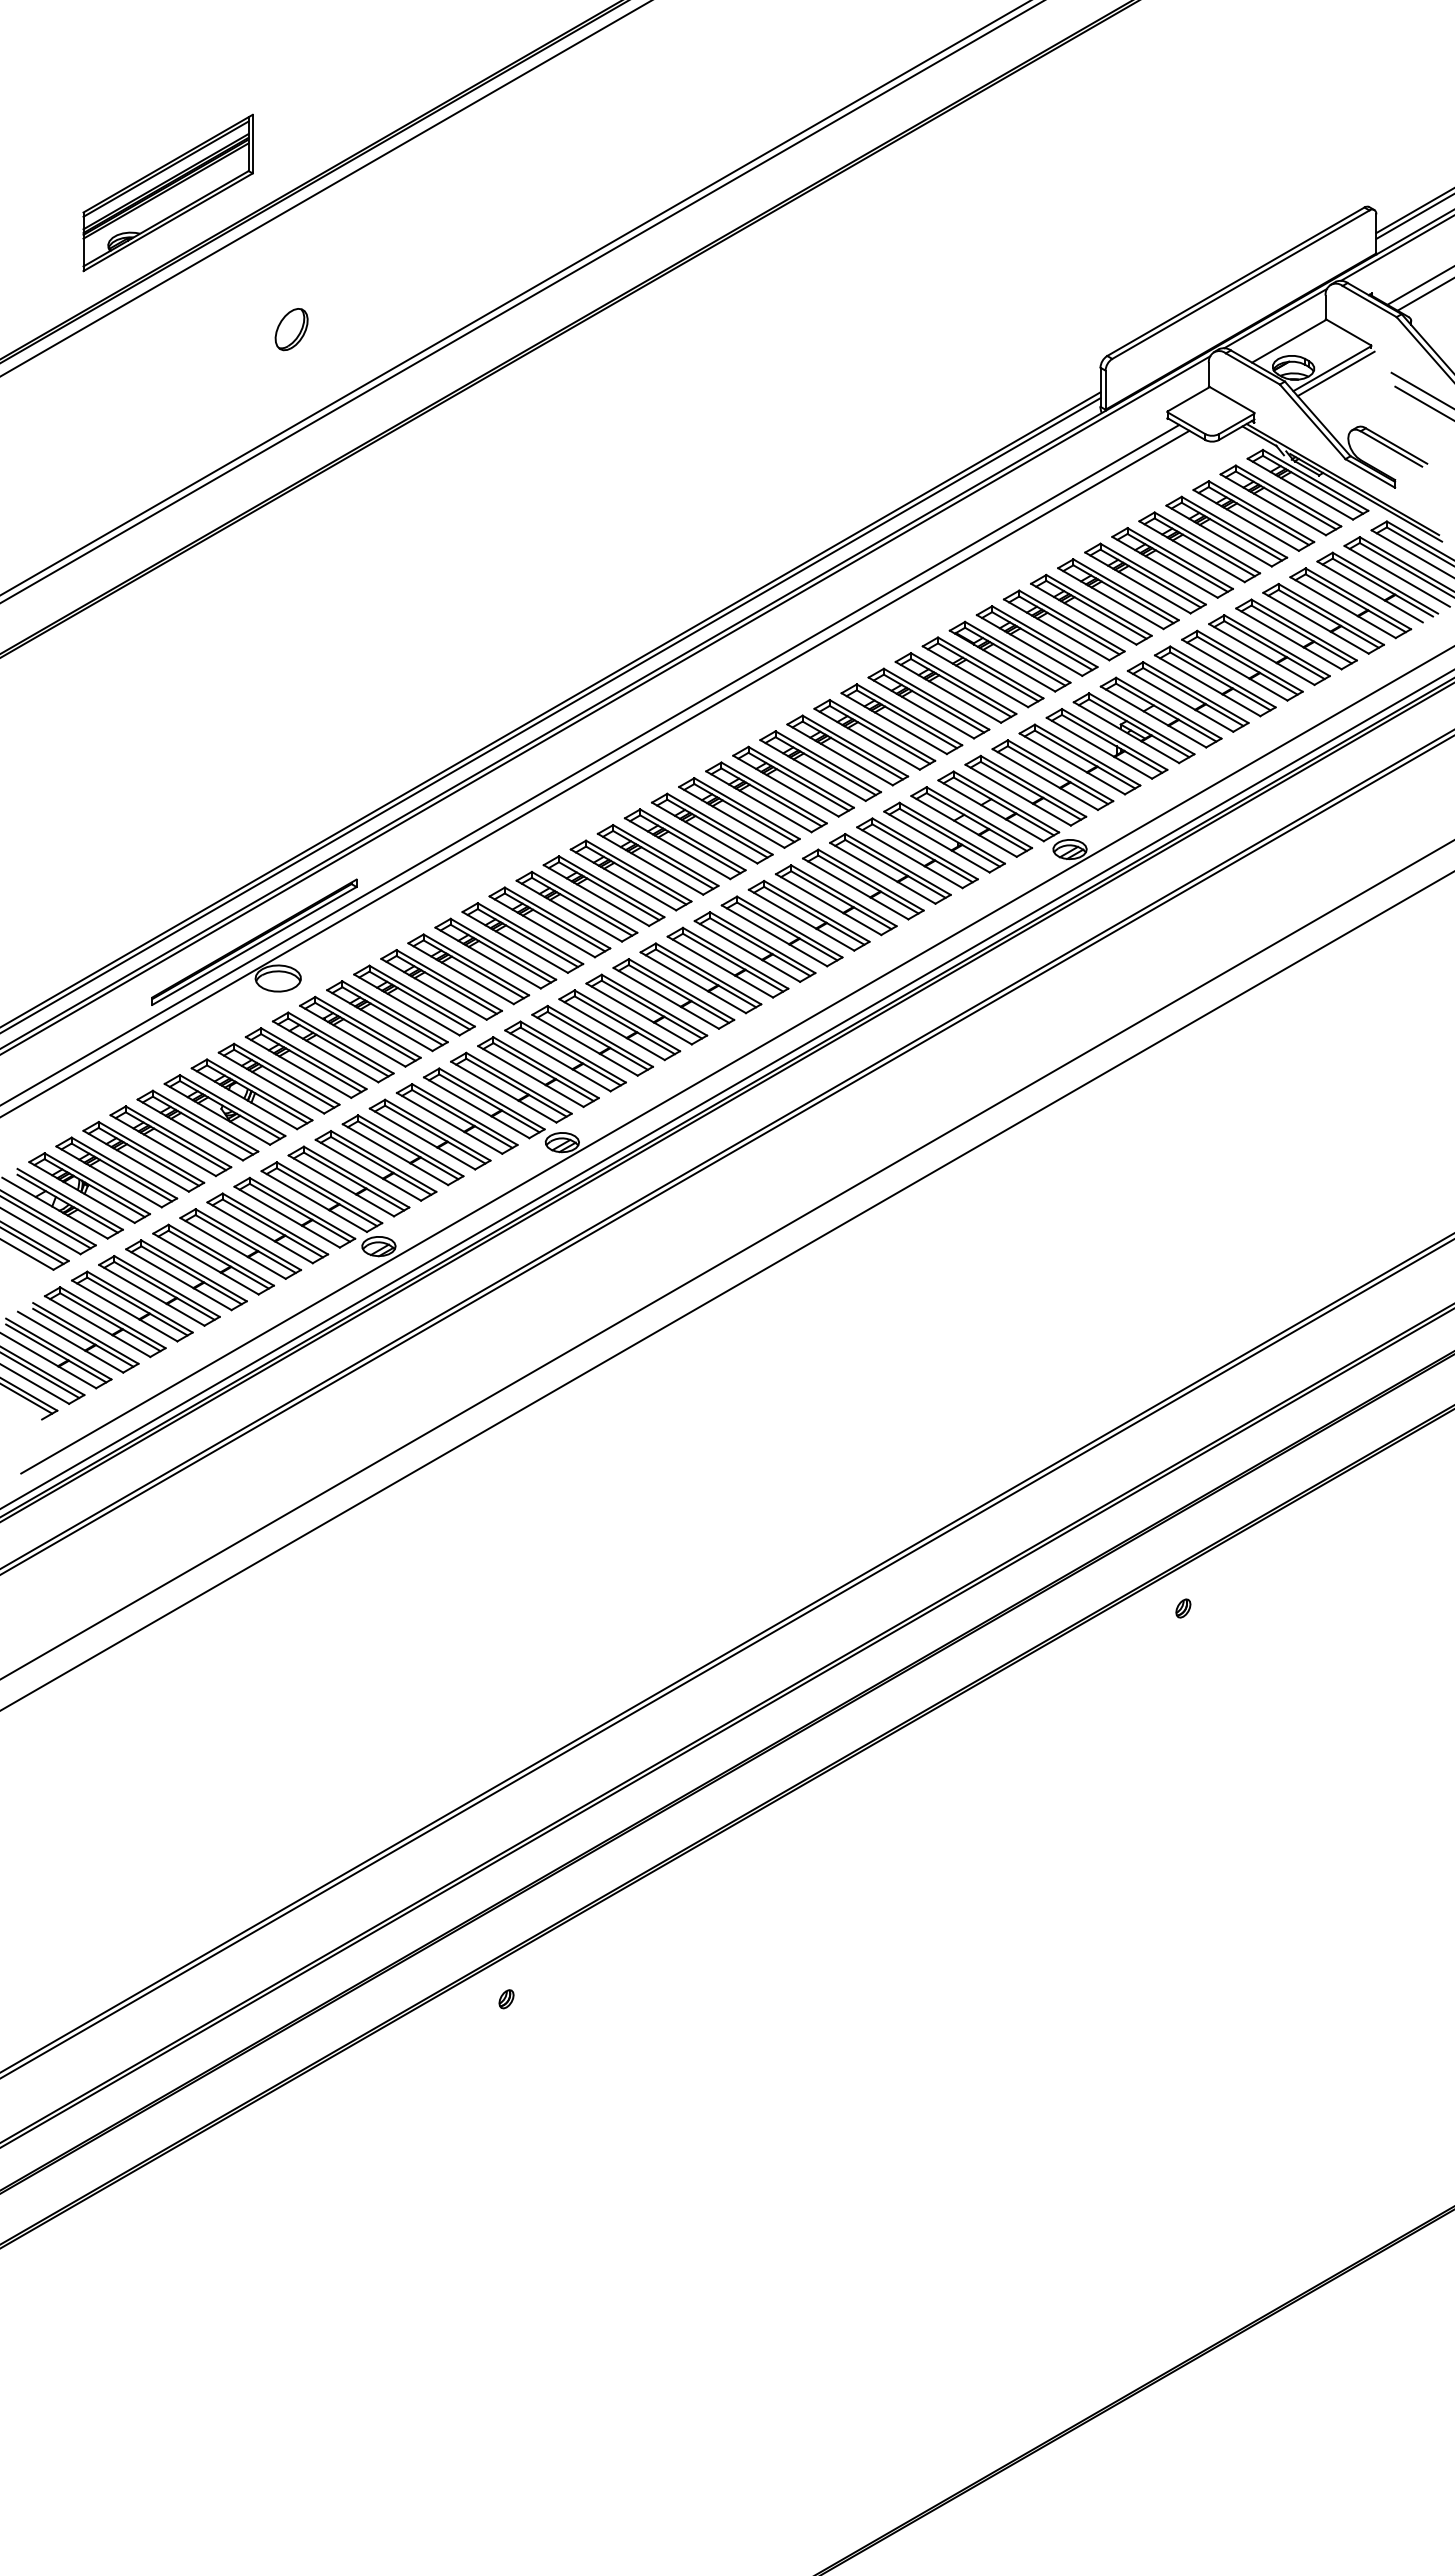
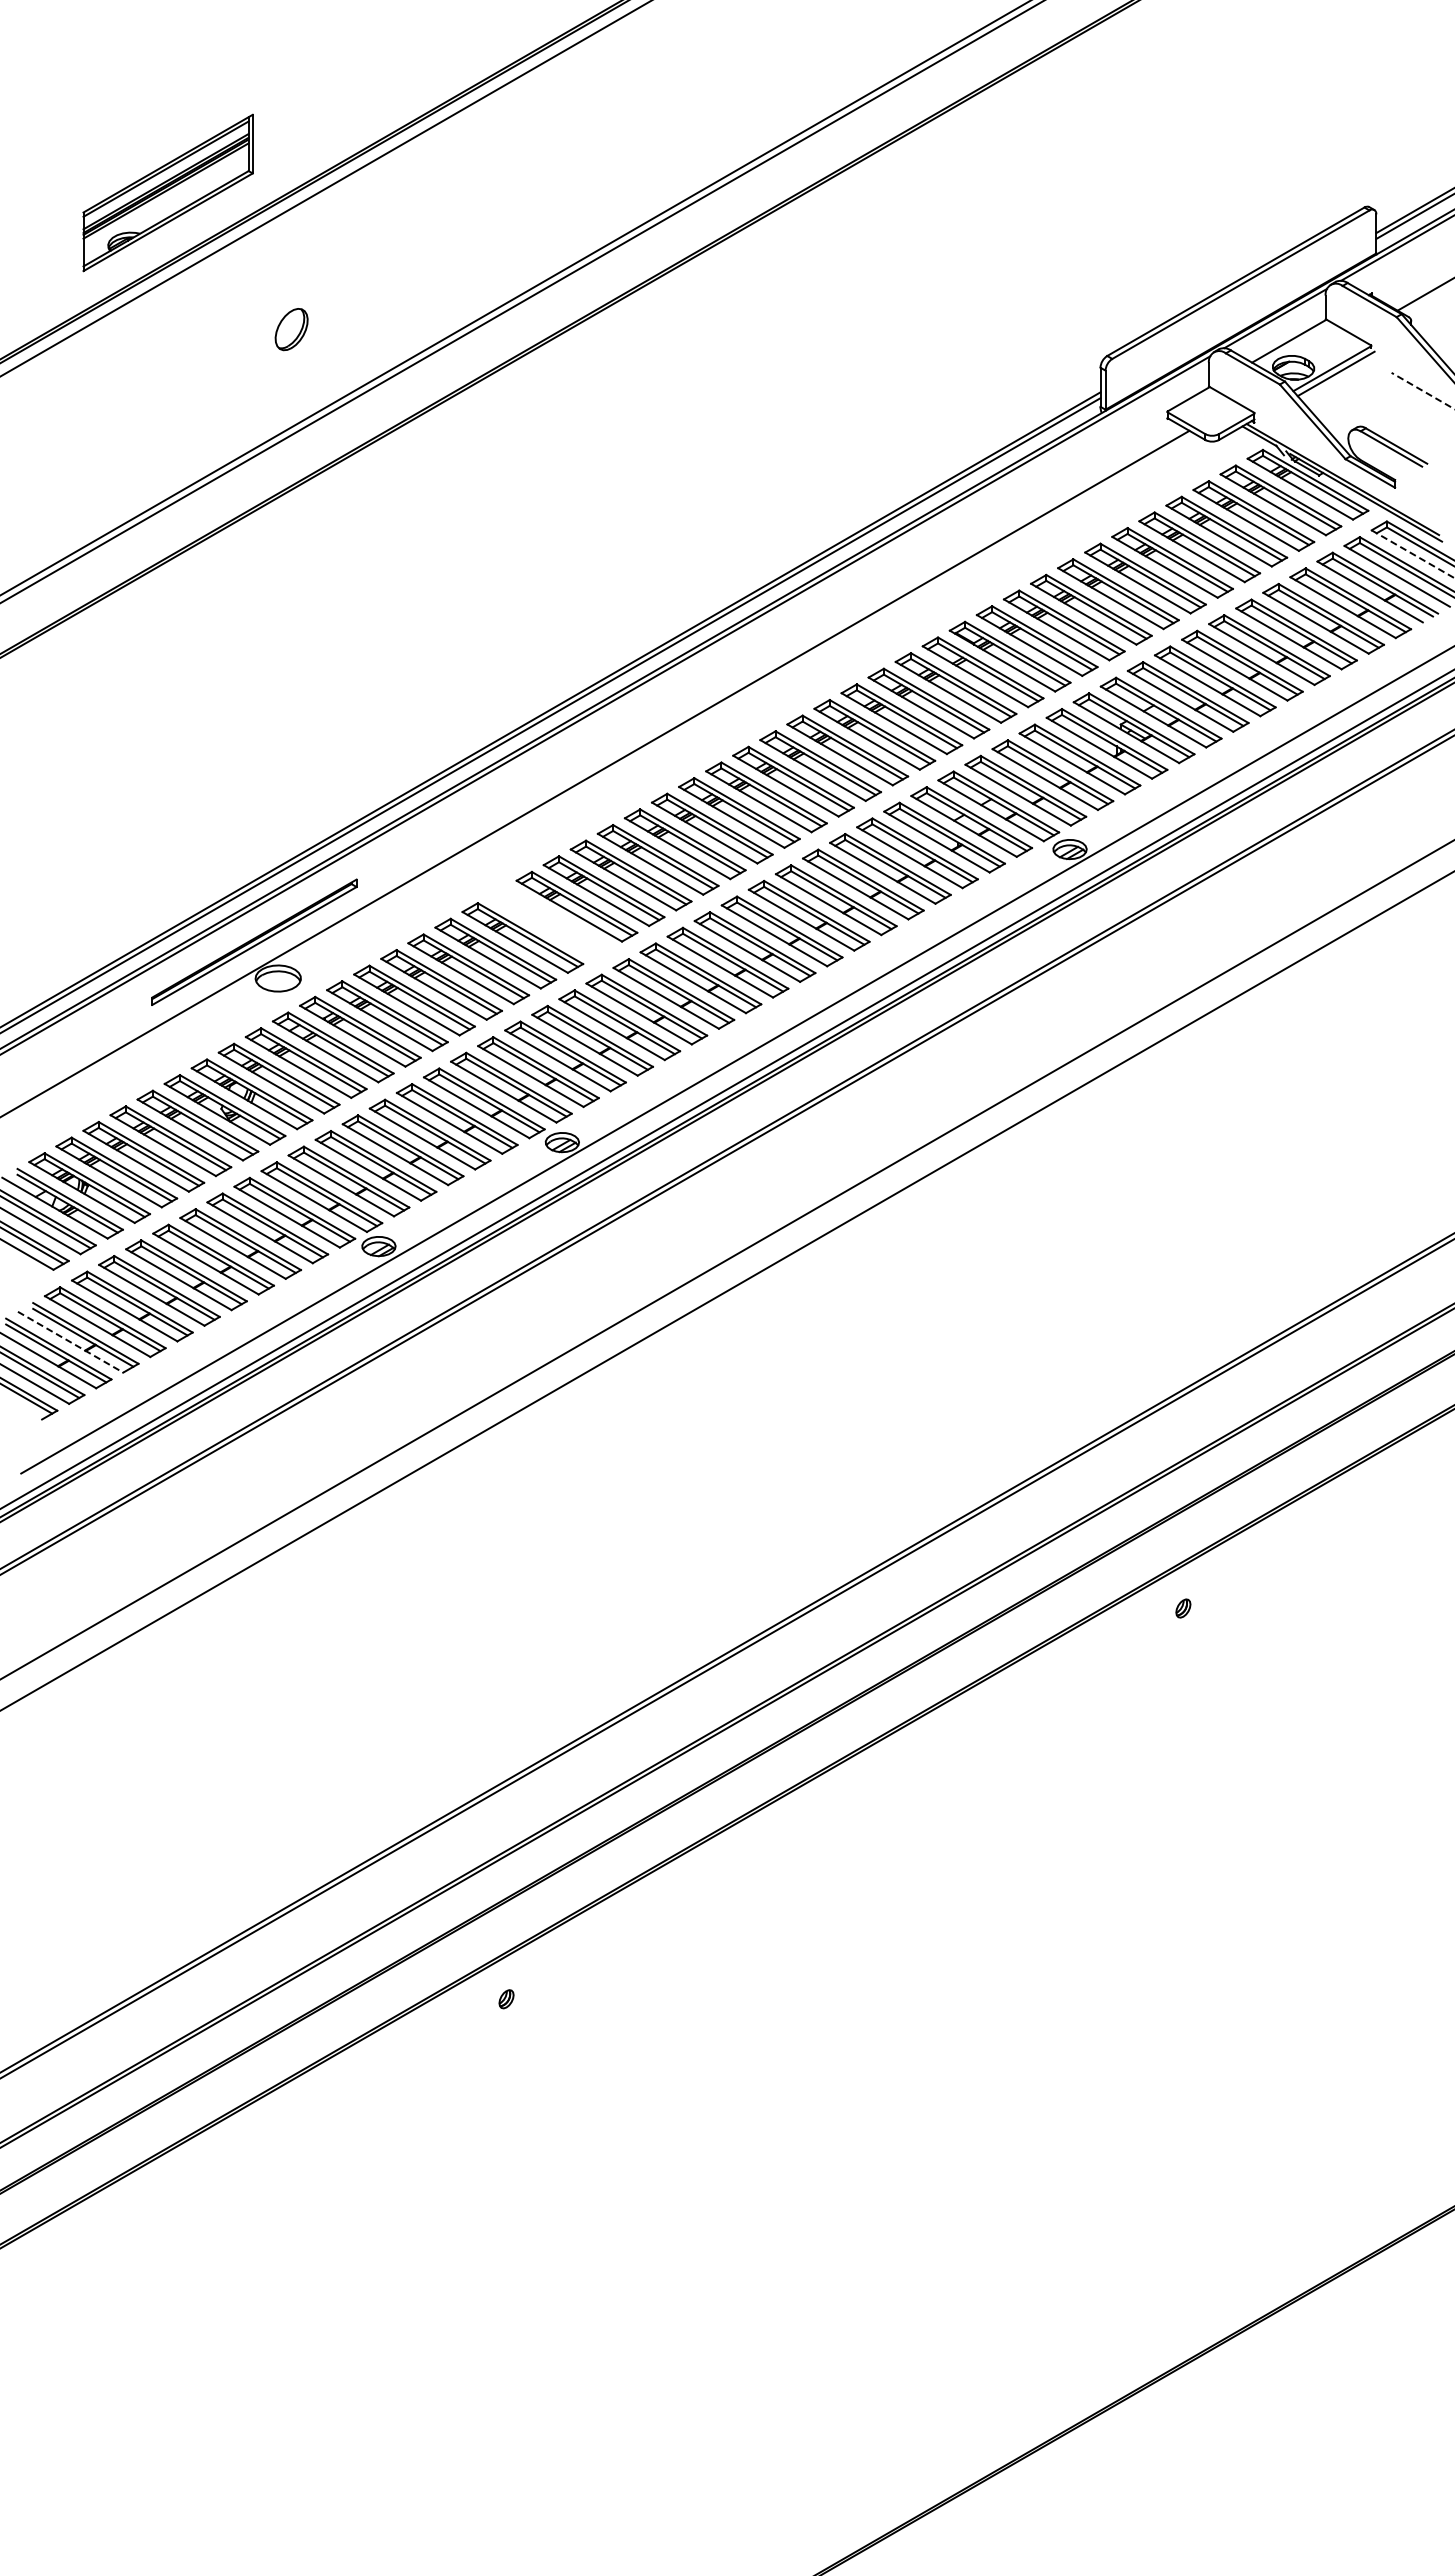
line at (1419, 285): present -> none
line at (1422, 390): solid -> dashed
line at (1423, 402): present -> none
line at (1413, 554): solid -> dashed
line at (590, 764): present -> none
part at (549, 922): present -> none
line at (70, 1342): solid -> dashed
